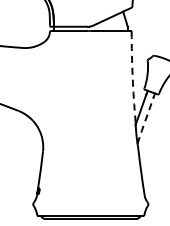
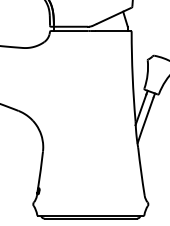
arc at (132, 76): dashed -> solid
line at (145, 120): dashed -> solid
